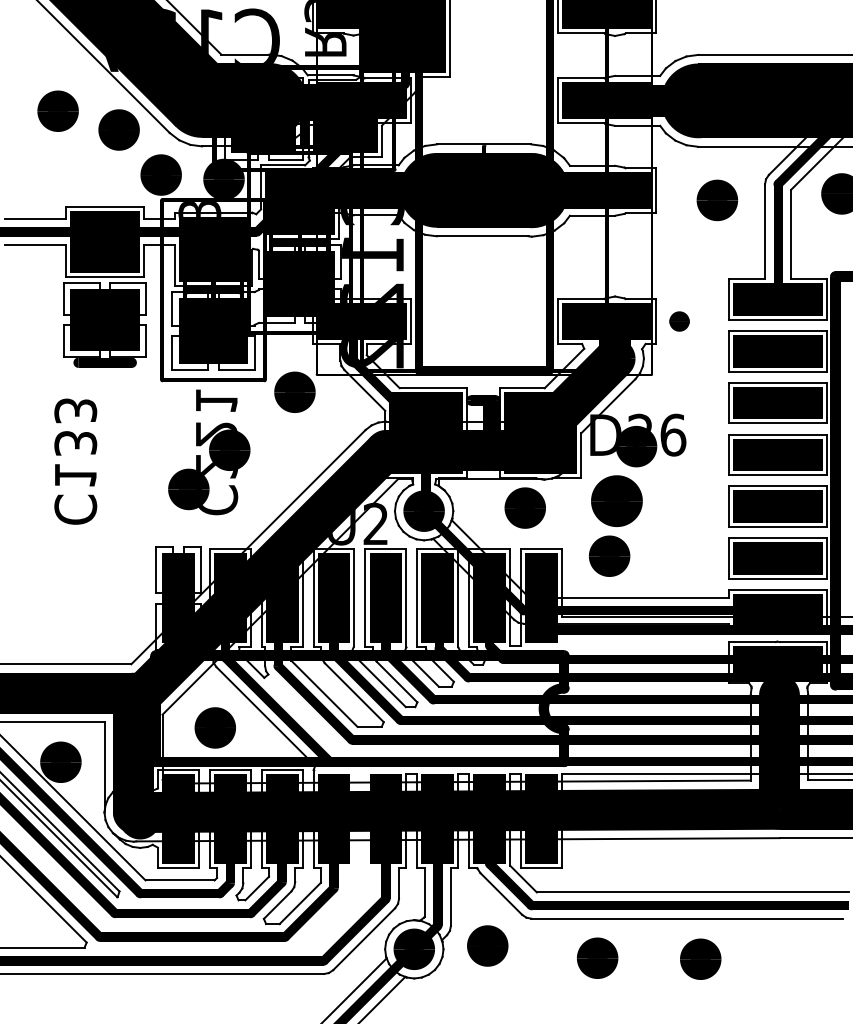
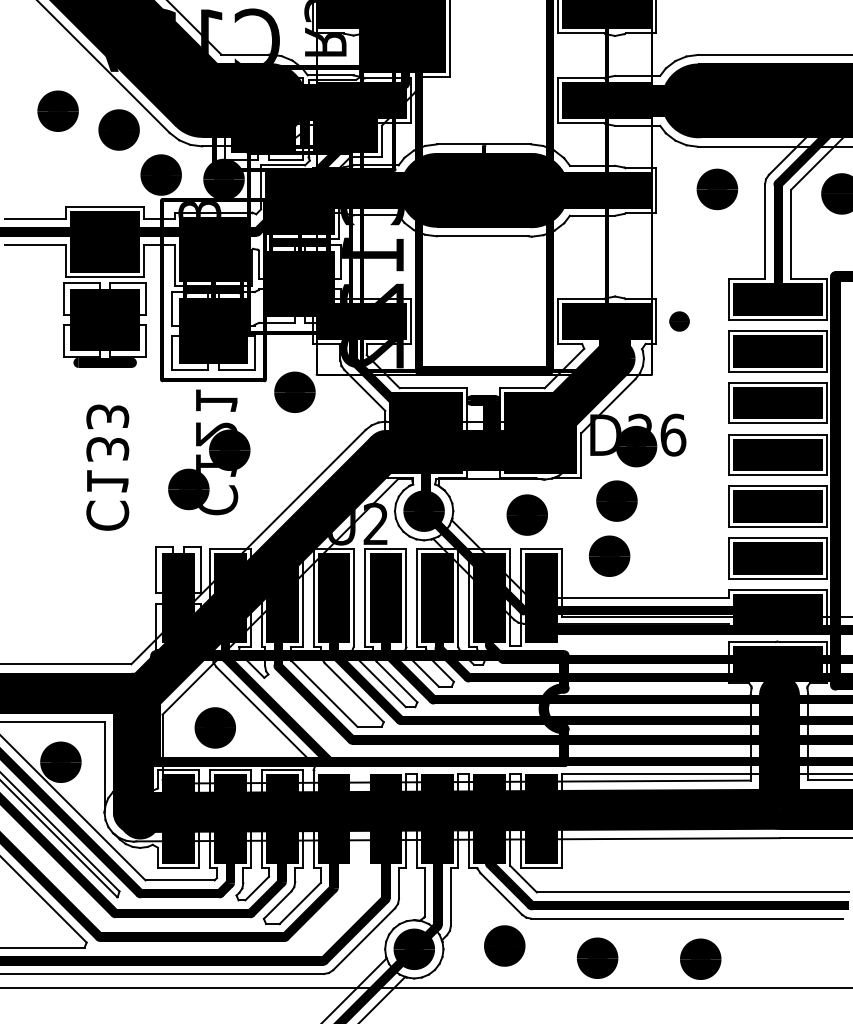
part at (717, 200) position: (717, 200) -> (717, 189)
text at (75, 461) position: (75, 461) -> (107, 467)
text at (217, 466): C221 -> C121
part at (616, 500) size: 52x52 px -> 42x42 px
part at (524, 507) position: (524, 507) -> (526, 514)
part at (487, 945) position: (487, 945) -> (504, 945)
line at (425, 988): none -> present
